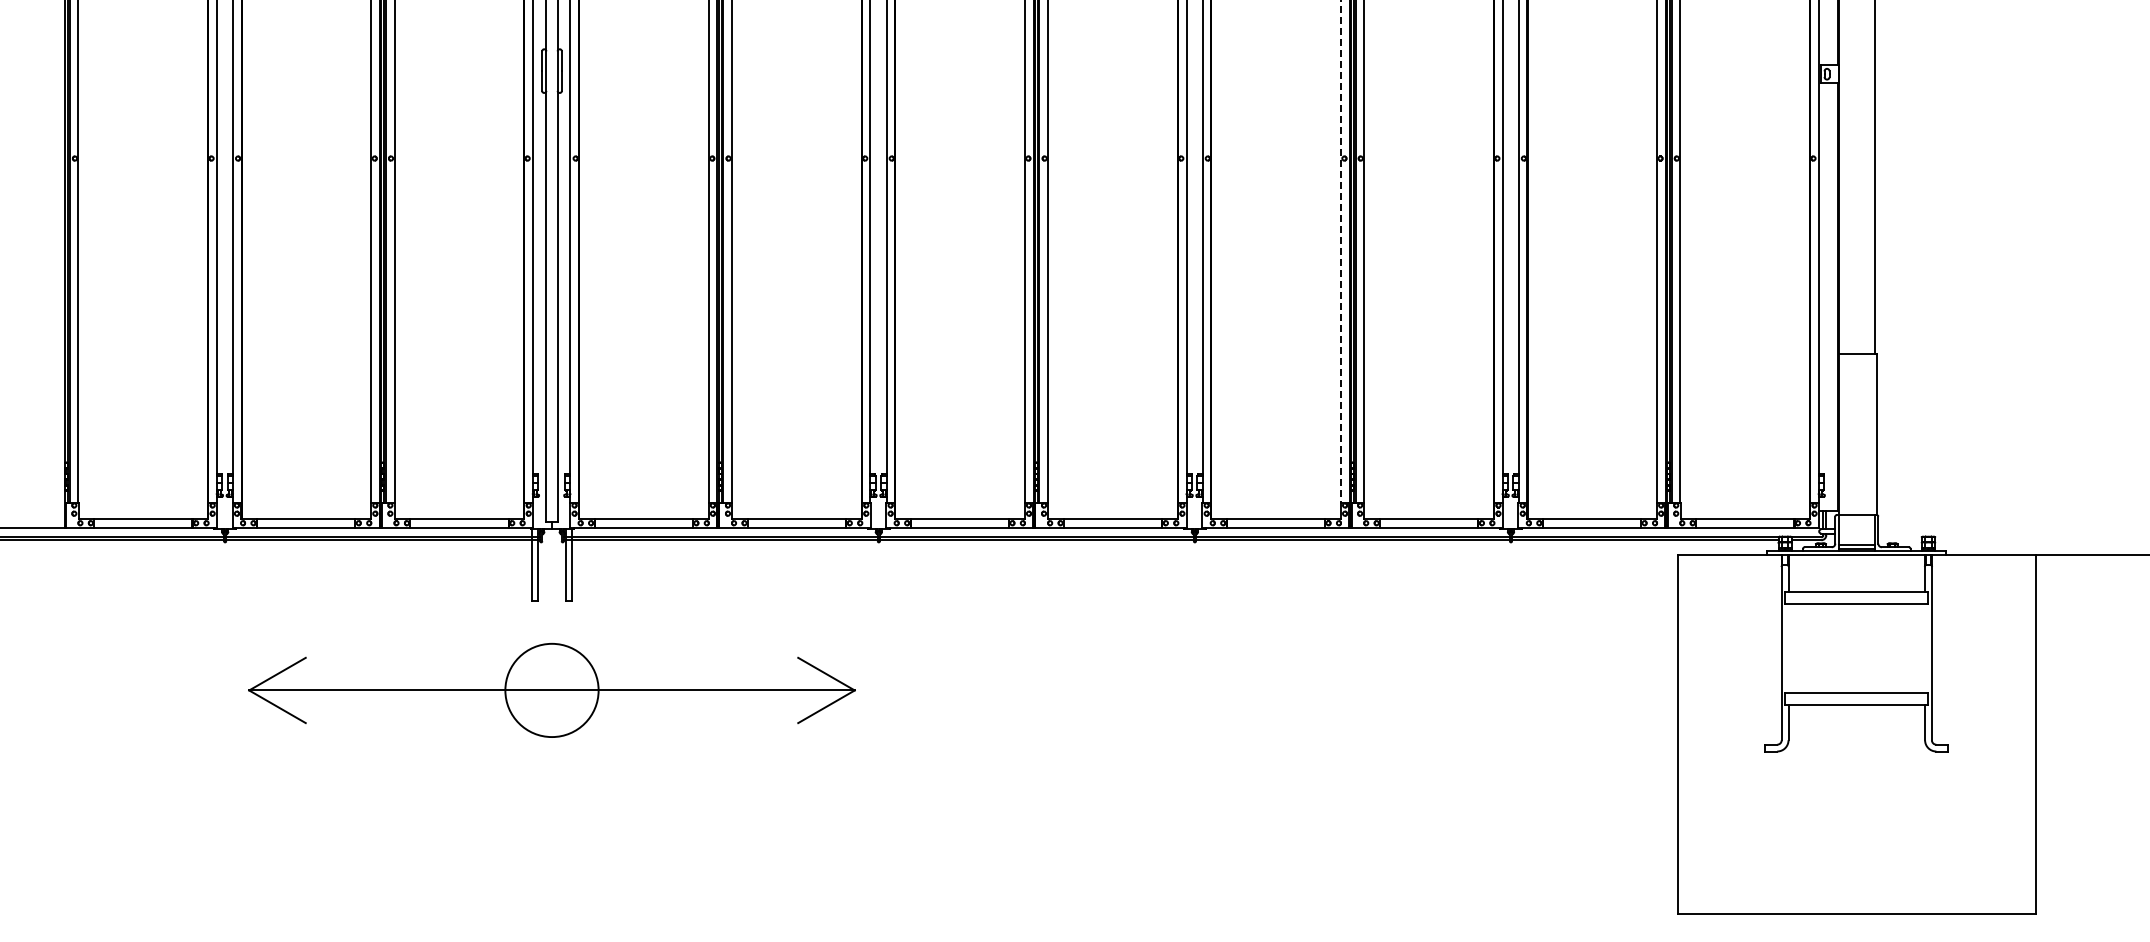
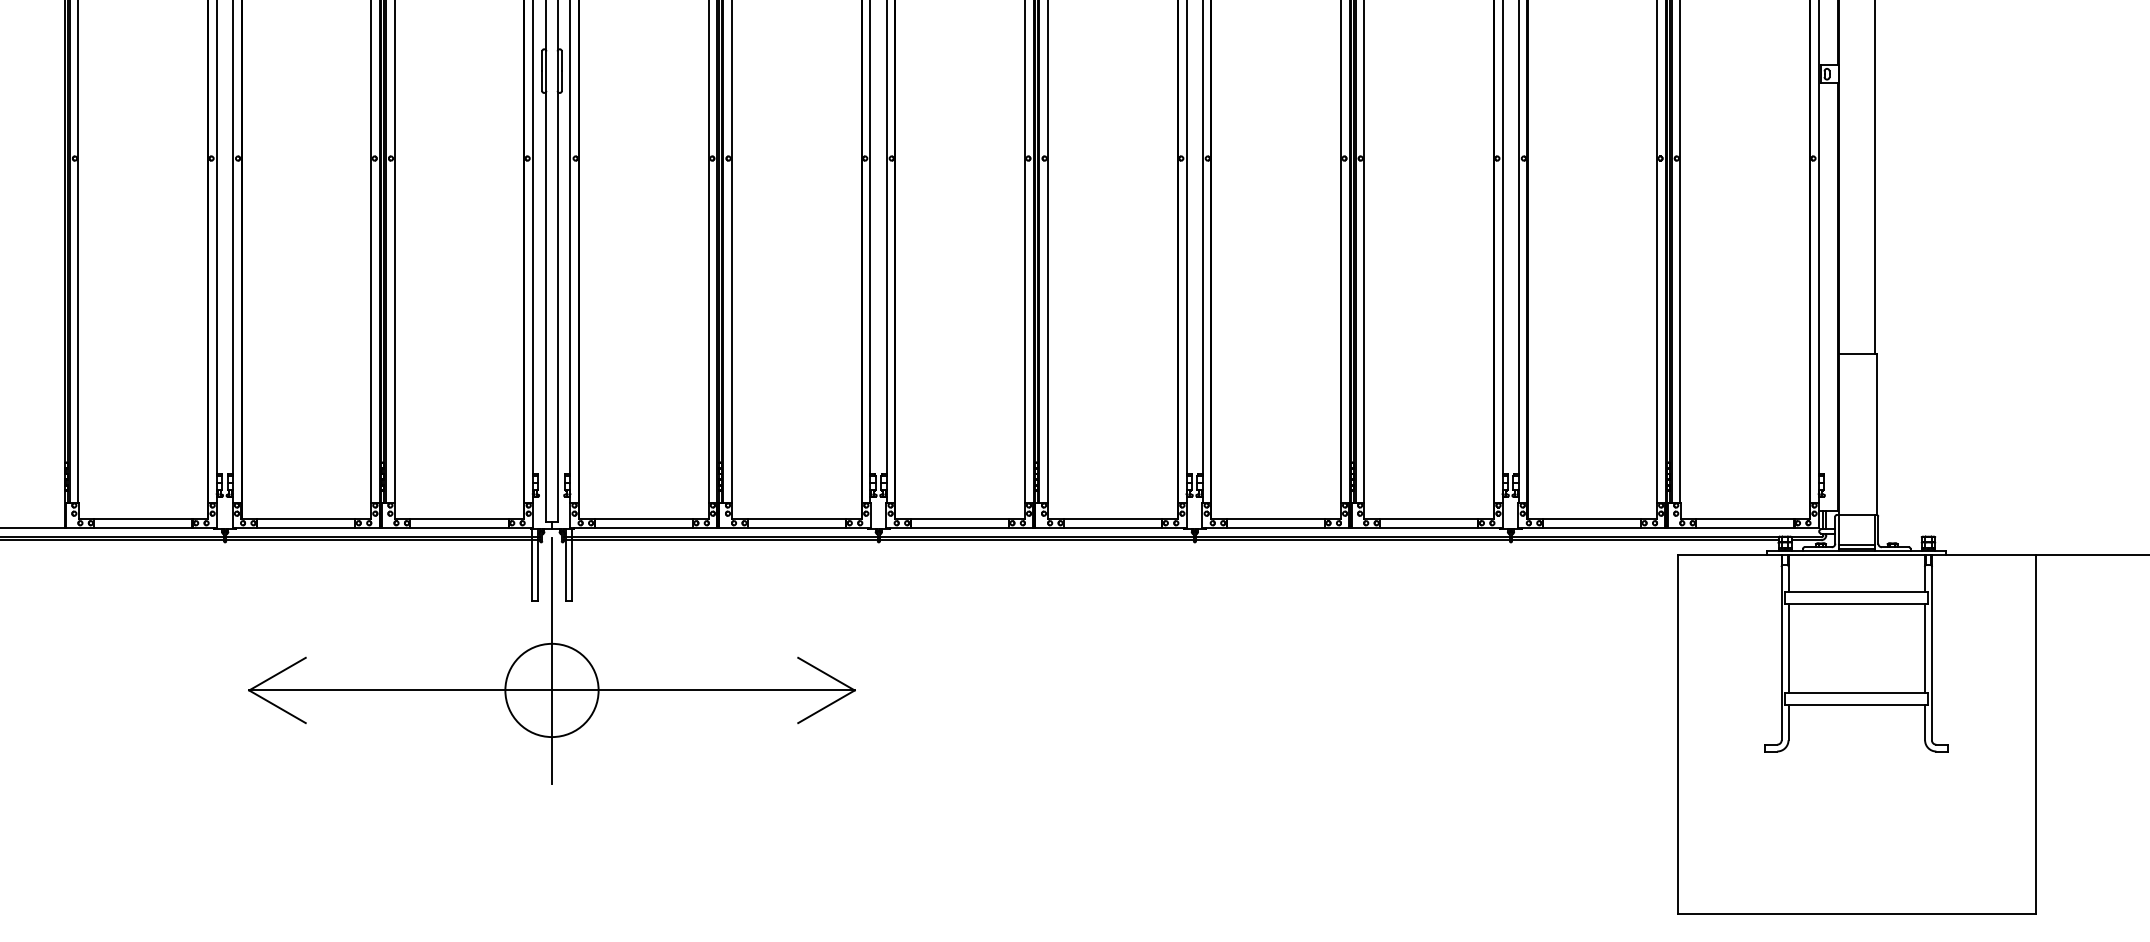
line at (1340, 251): dashed -> solid
line at (1788, 648): none -> present
line at (1925, 648): none -> present
line at (552, 660): none -> present
